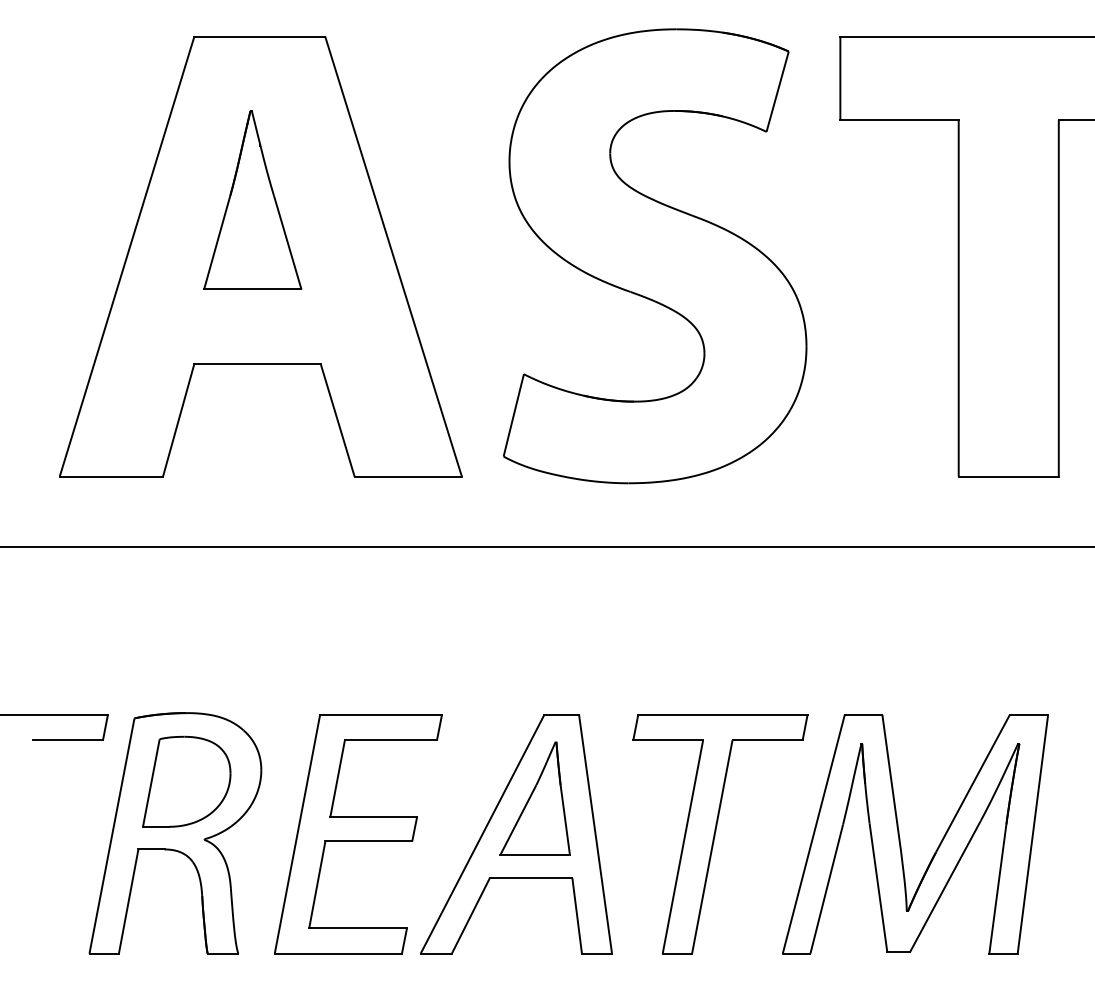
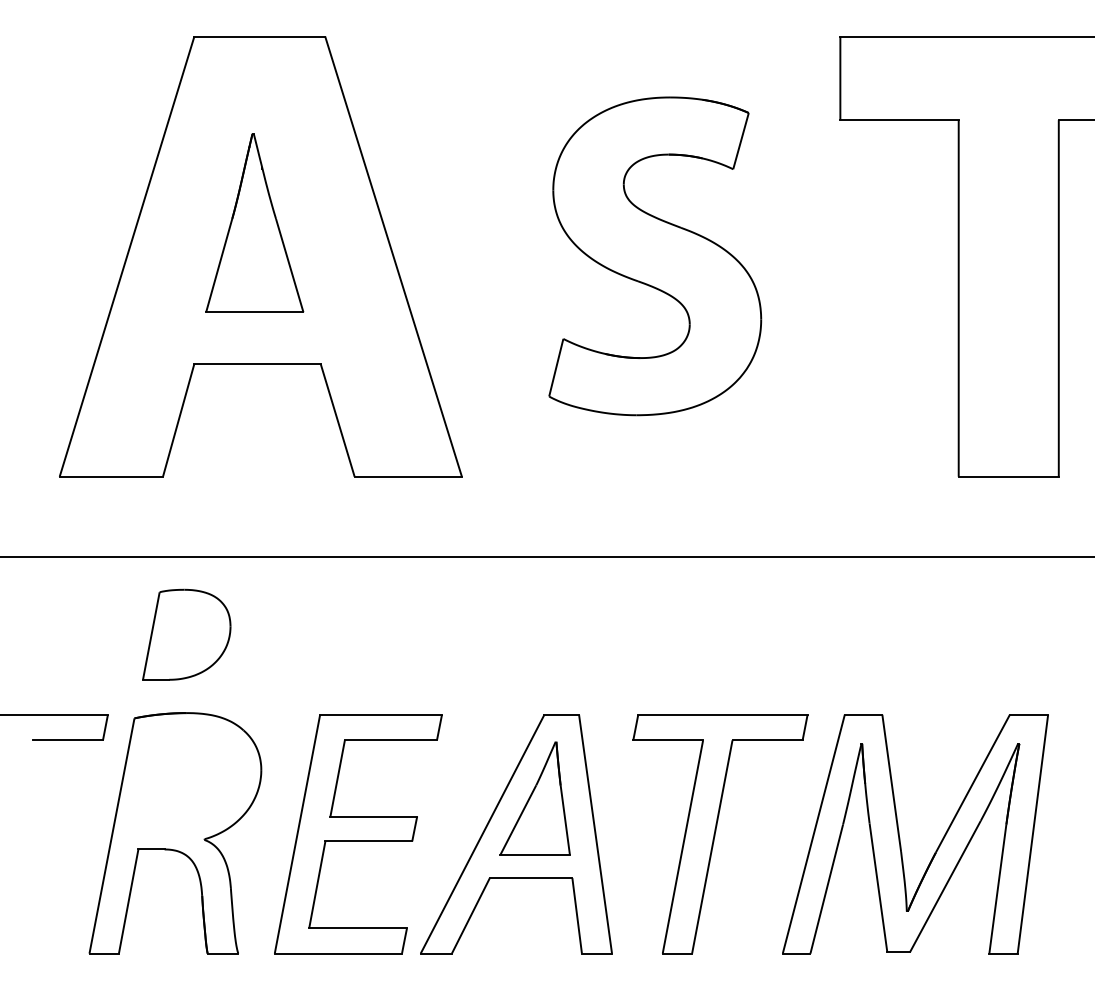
part at (252, 199) position: (252, 199) -> (254, 222)
part at (655, 256) size: 305x457 px -> 215x321 px
line at (546, 546) position: (546, 546) -> (546, 556)
part at (186, 781) position: (186, 781) -> (186, 634)
